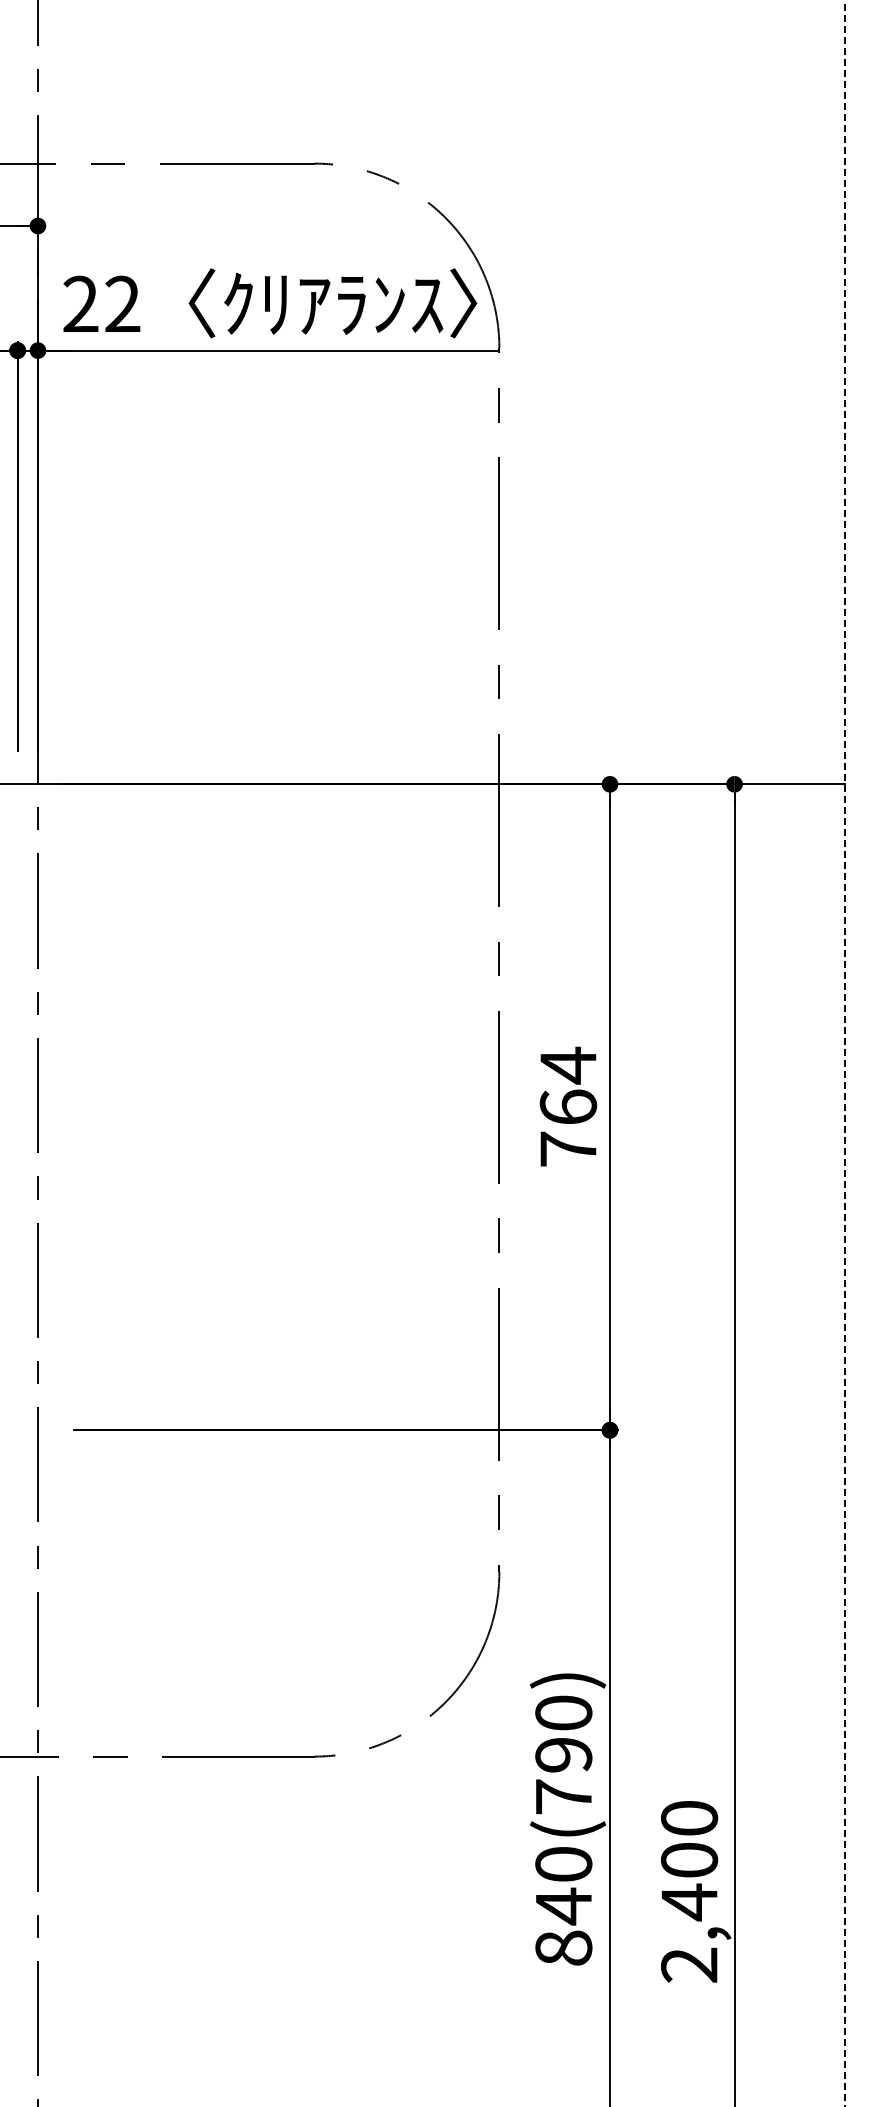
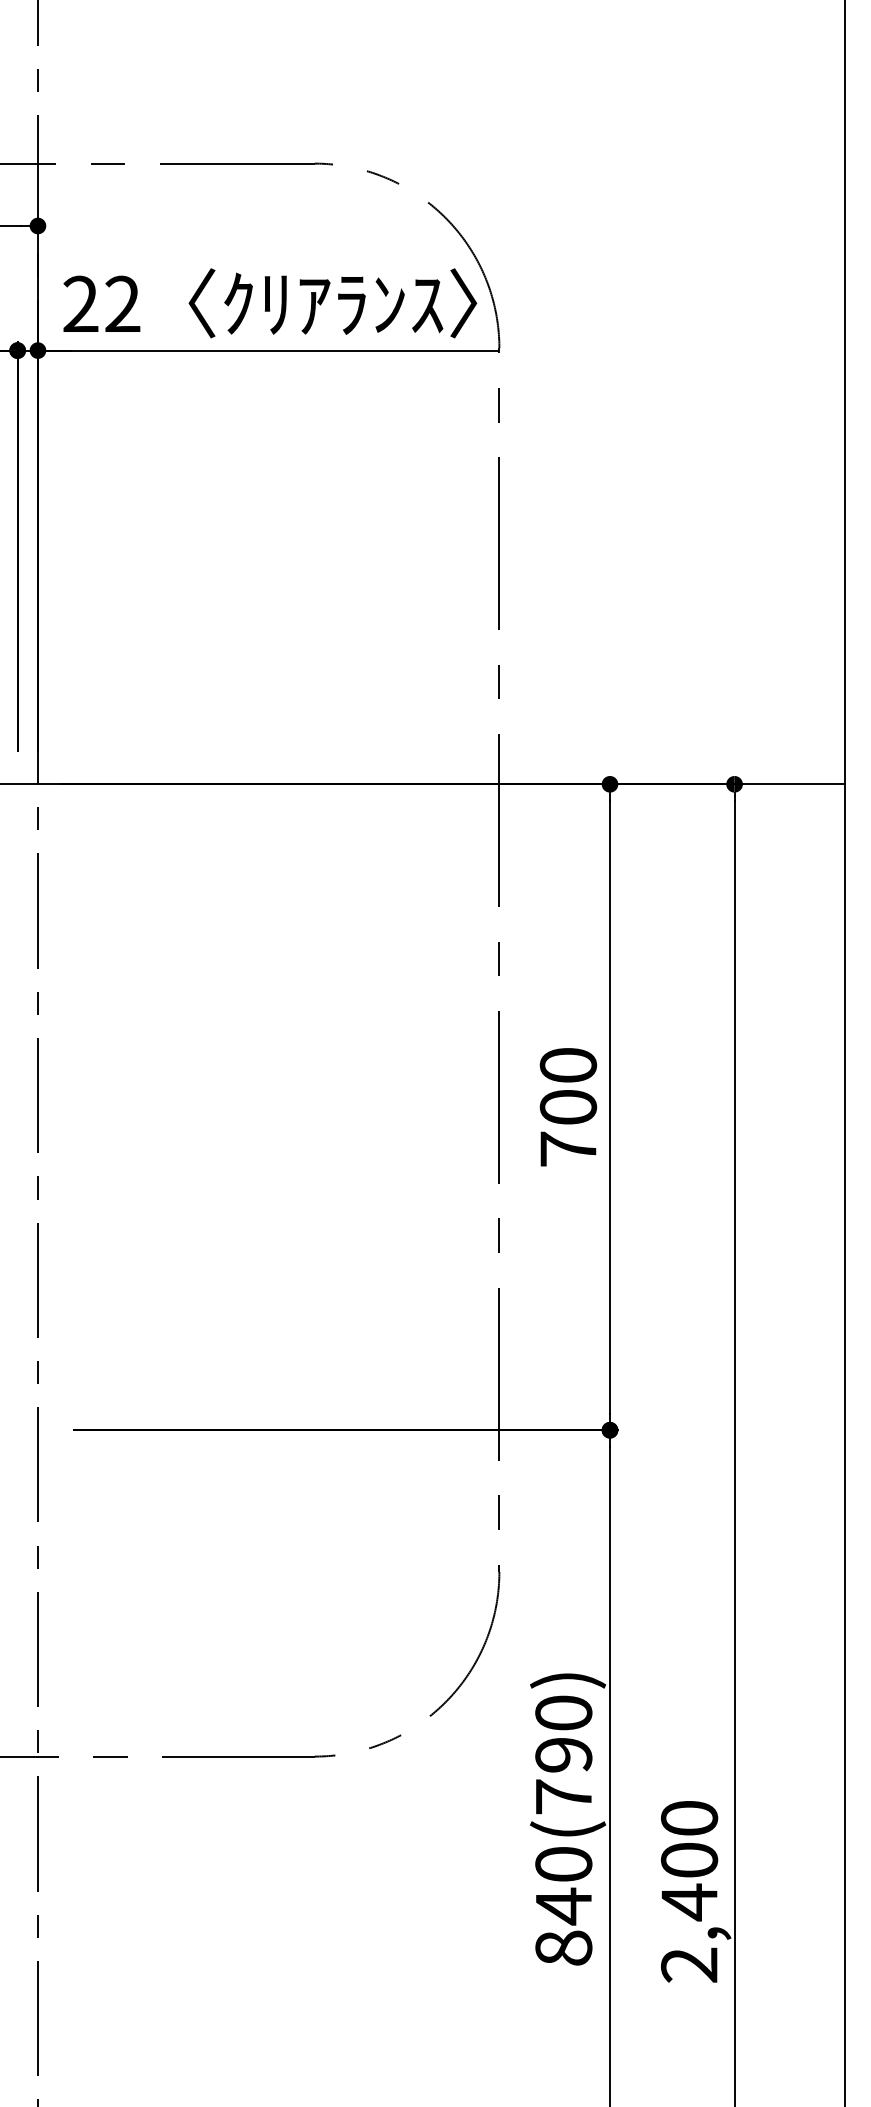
line at (845, 1052): dashed -> solid
text at (568, 1085): 764 -> 700
